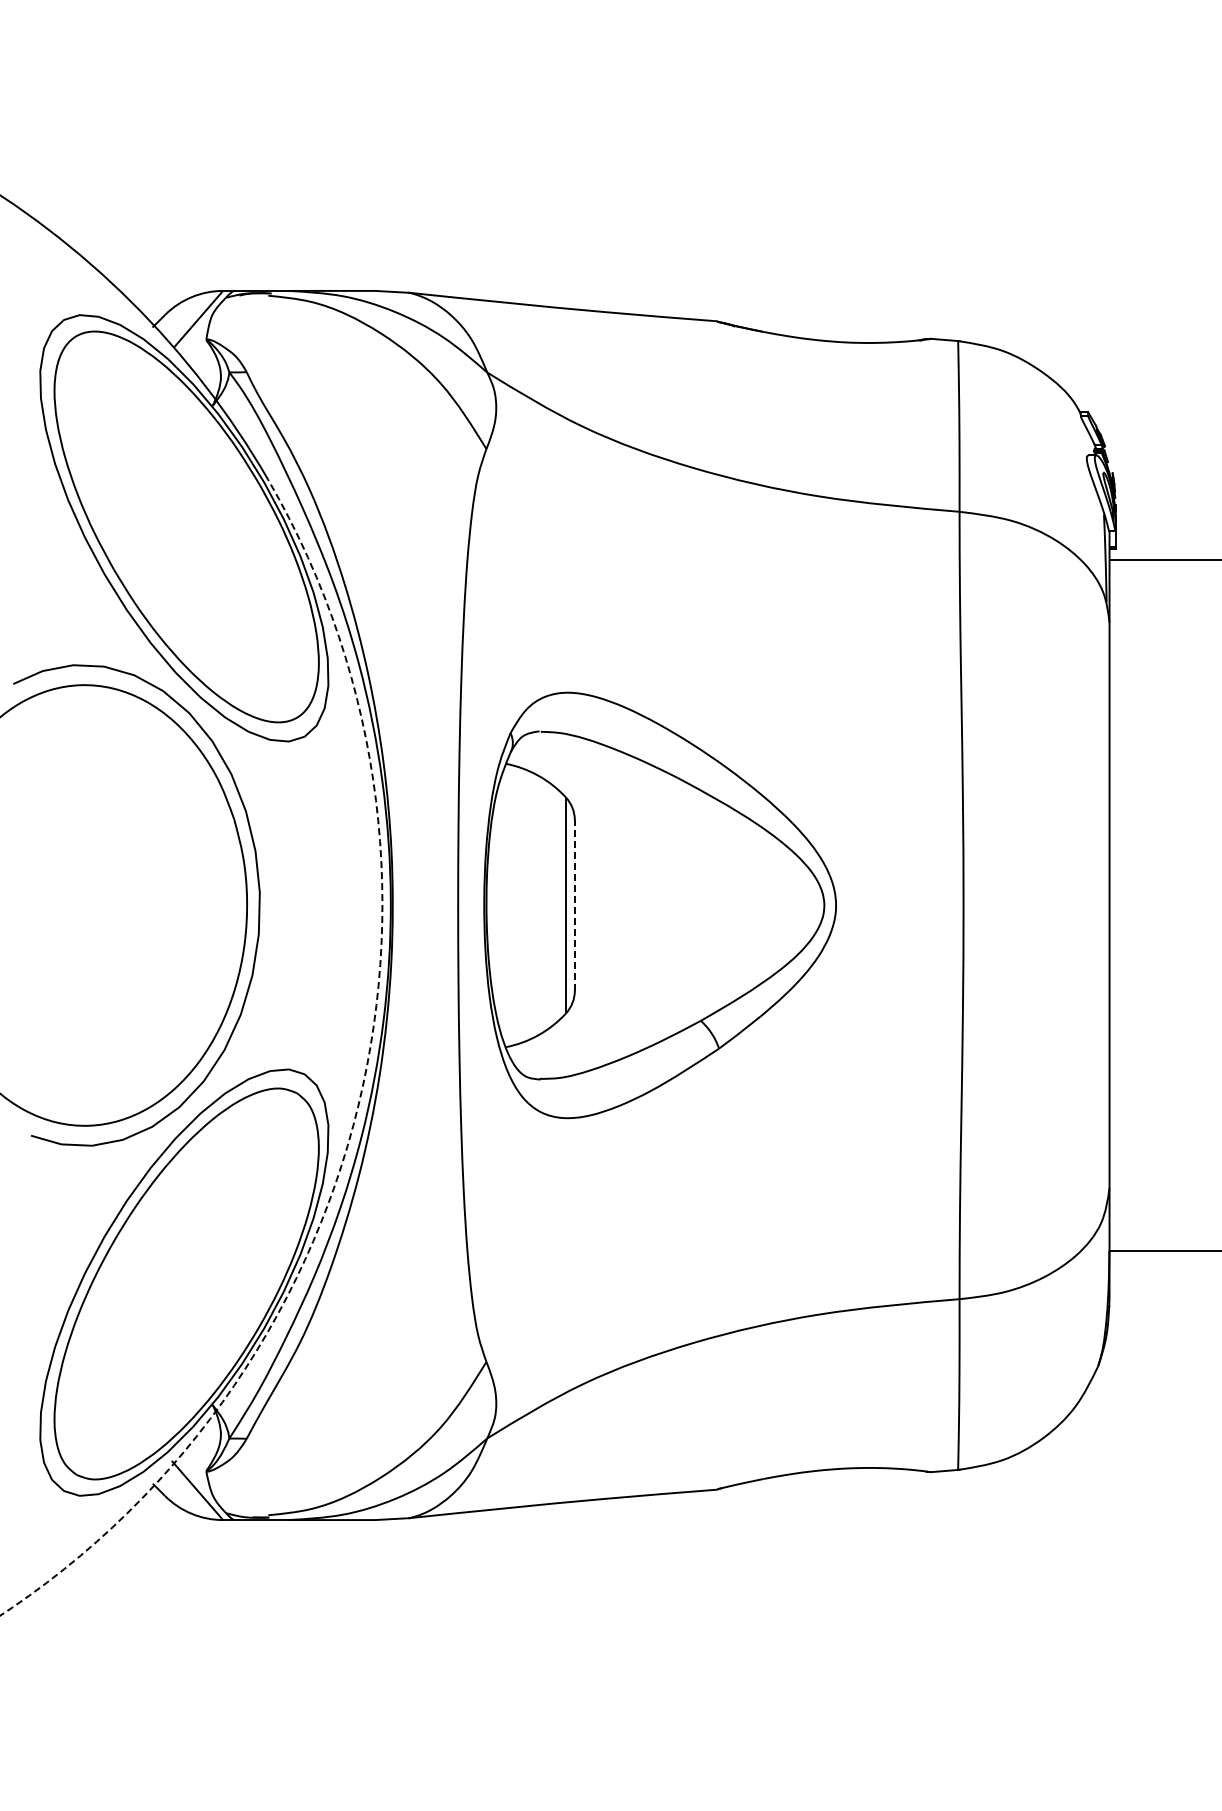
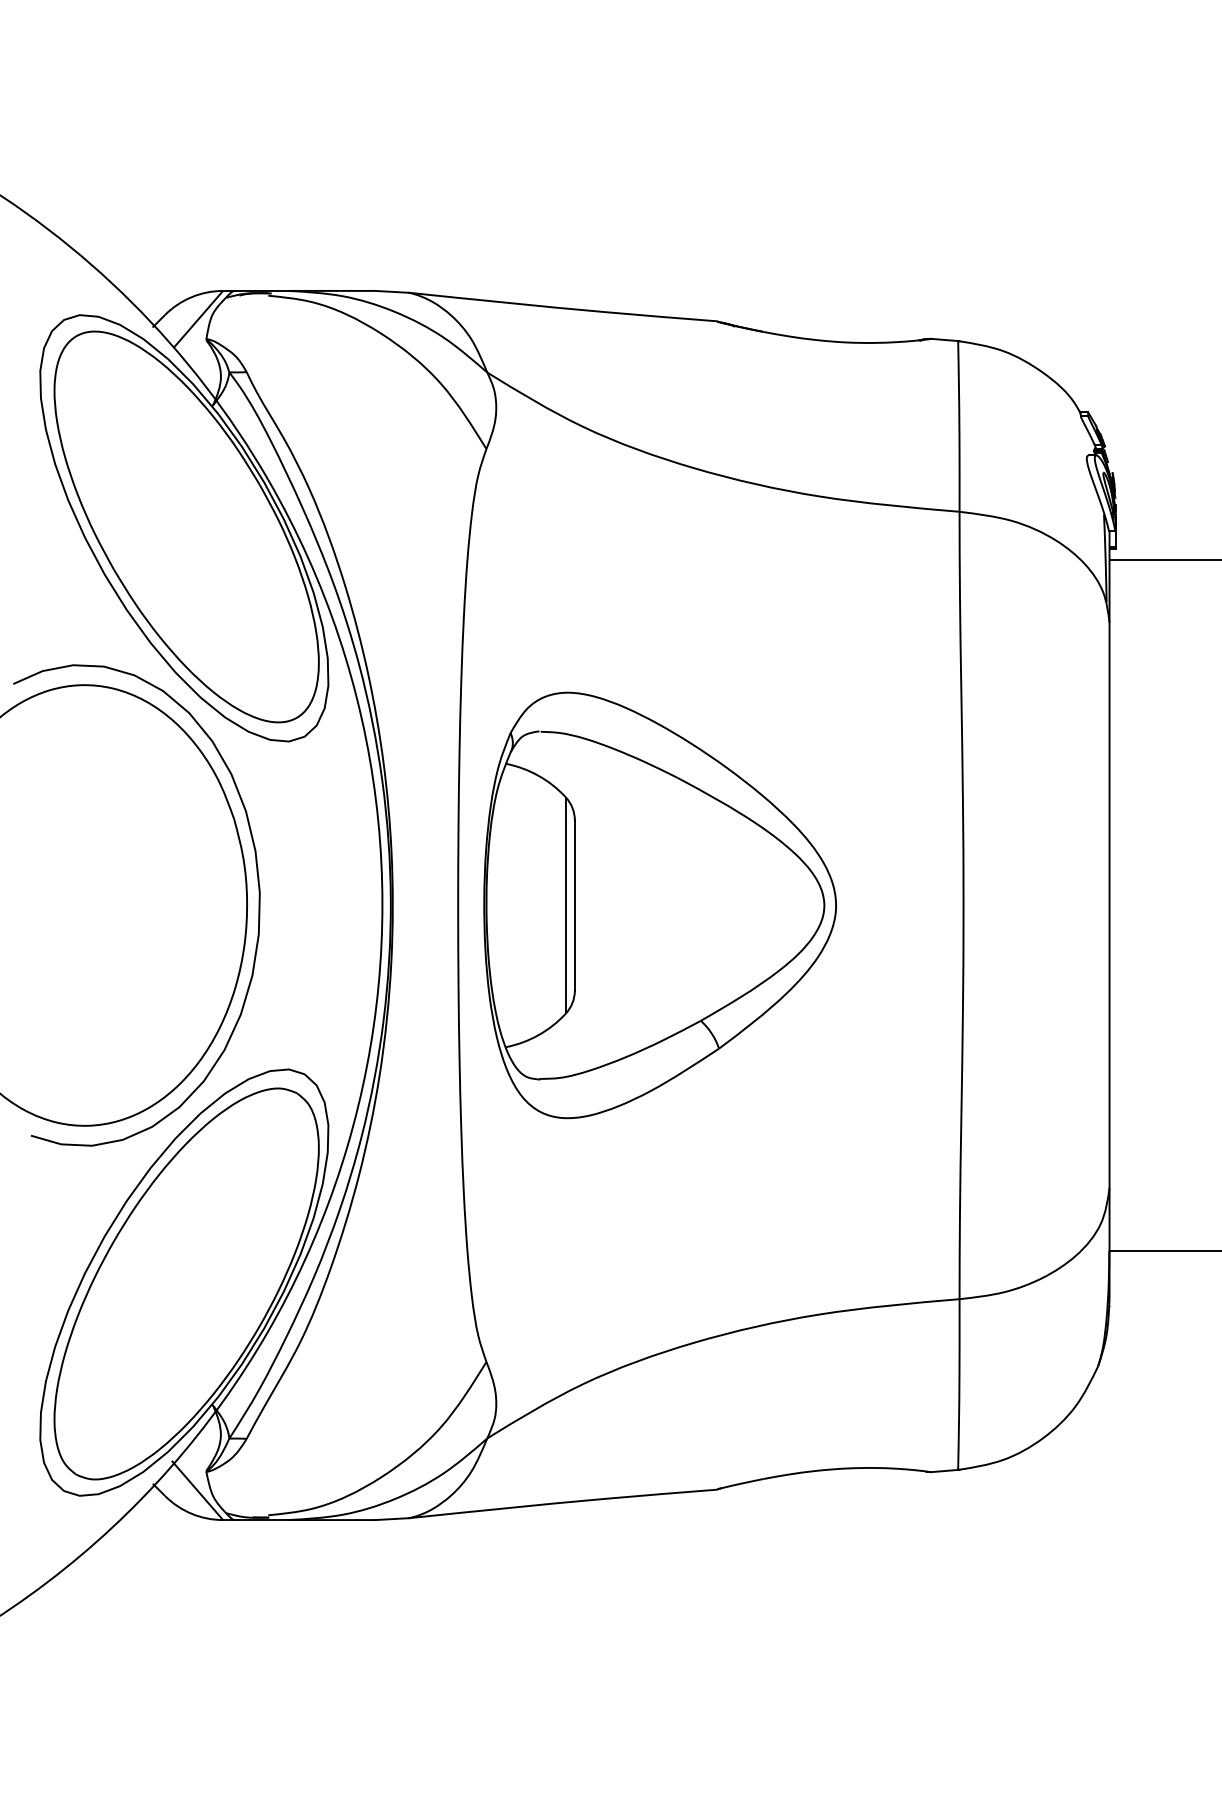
line at (574, 905): dashed -> solid
arc at (359, 1101): dashed -> solid
